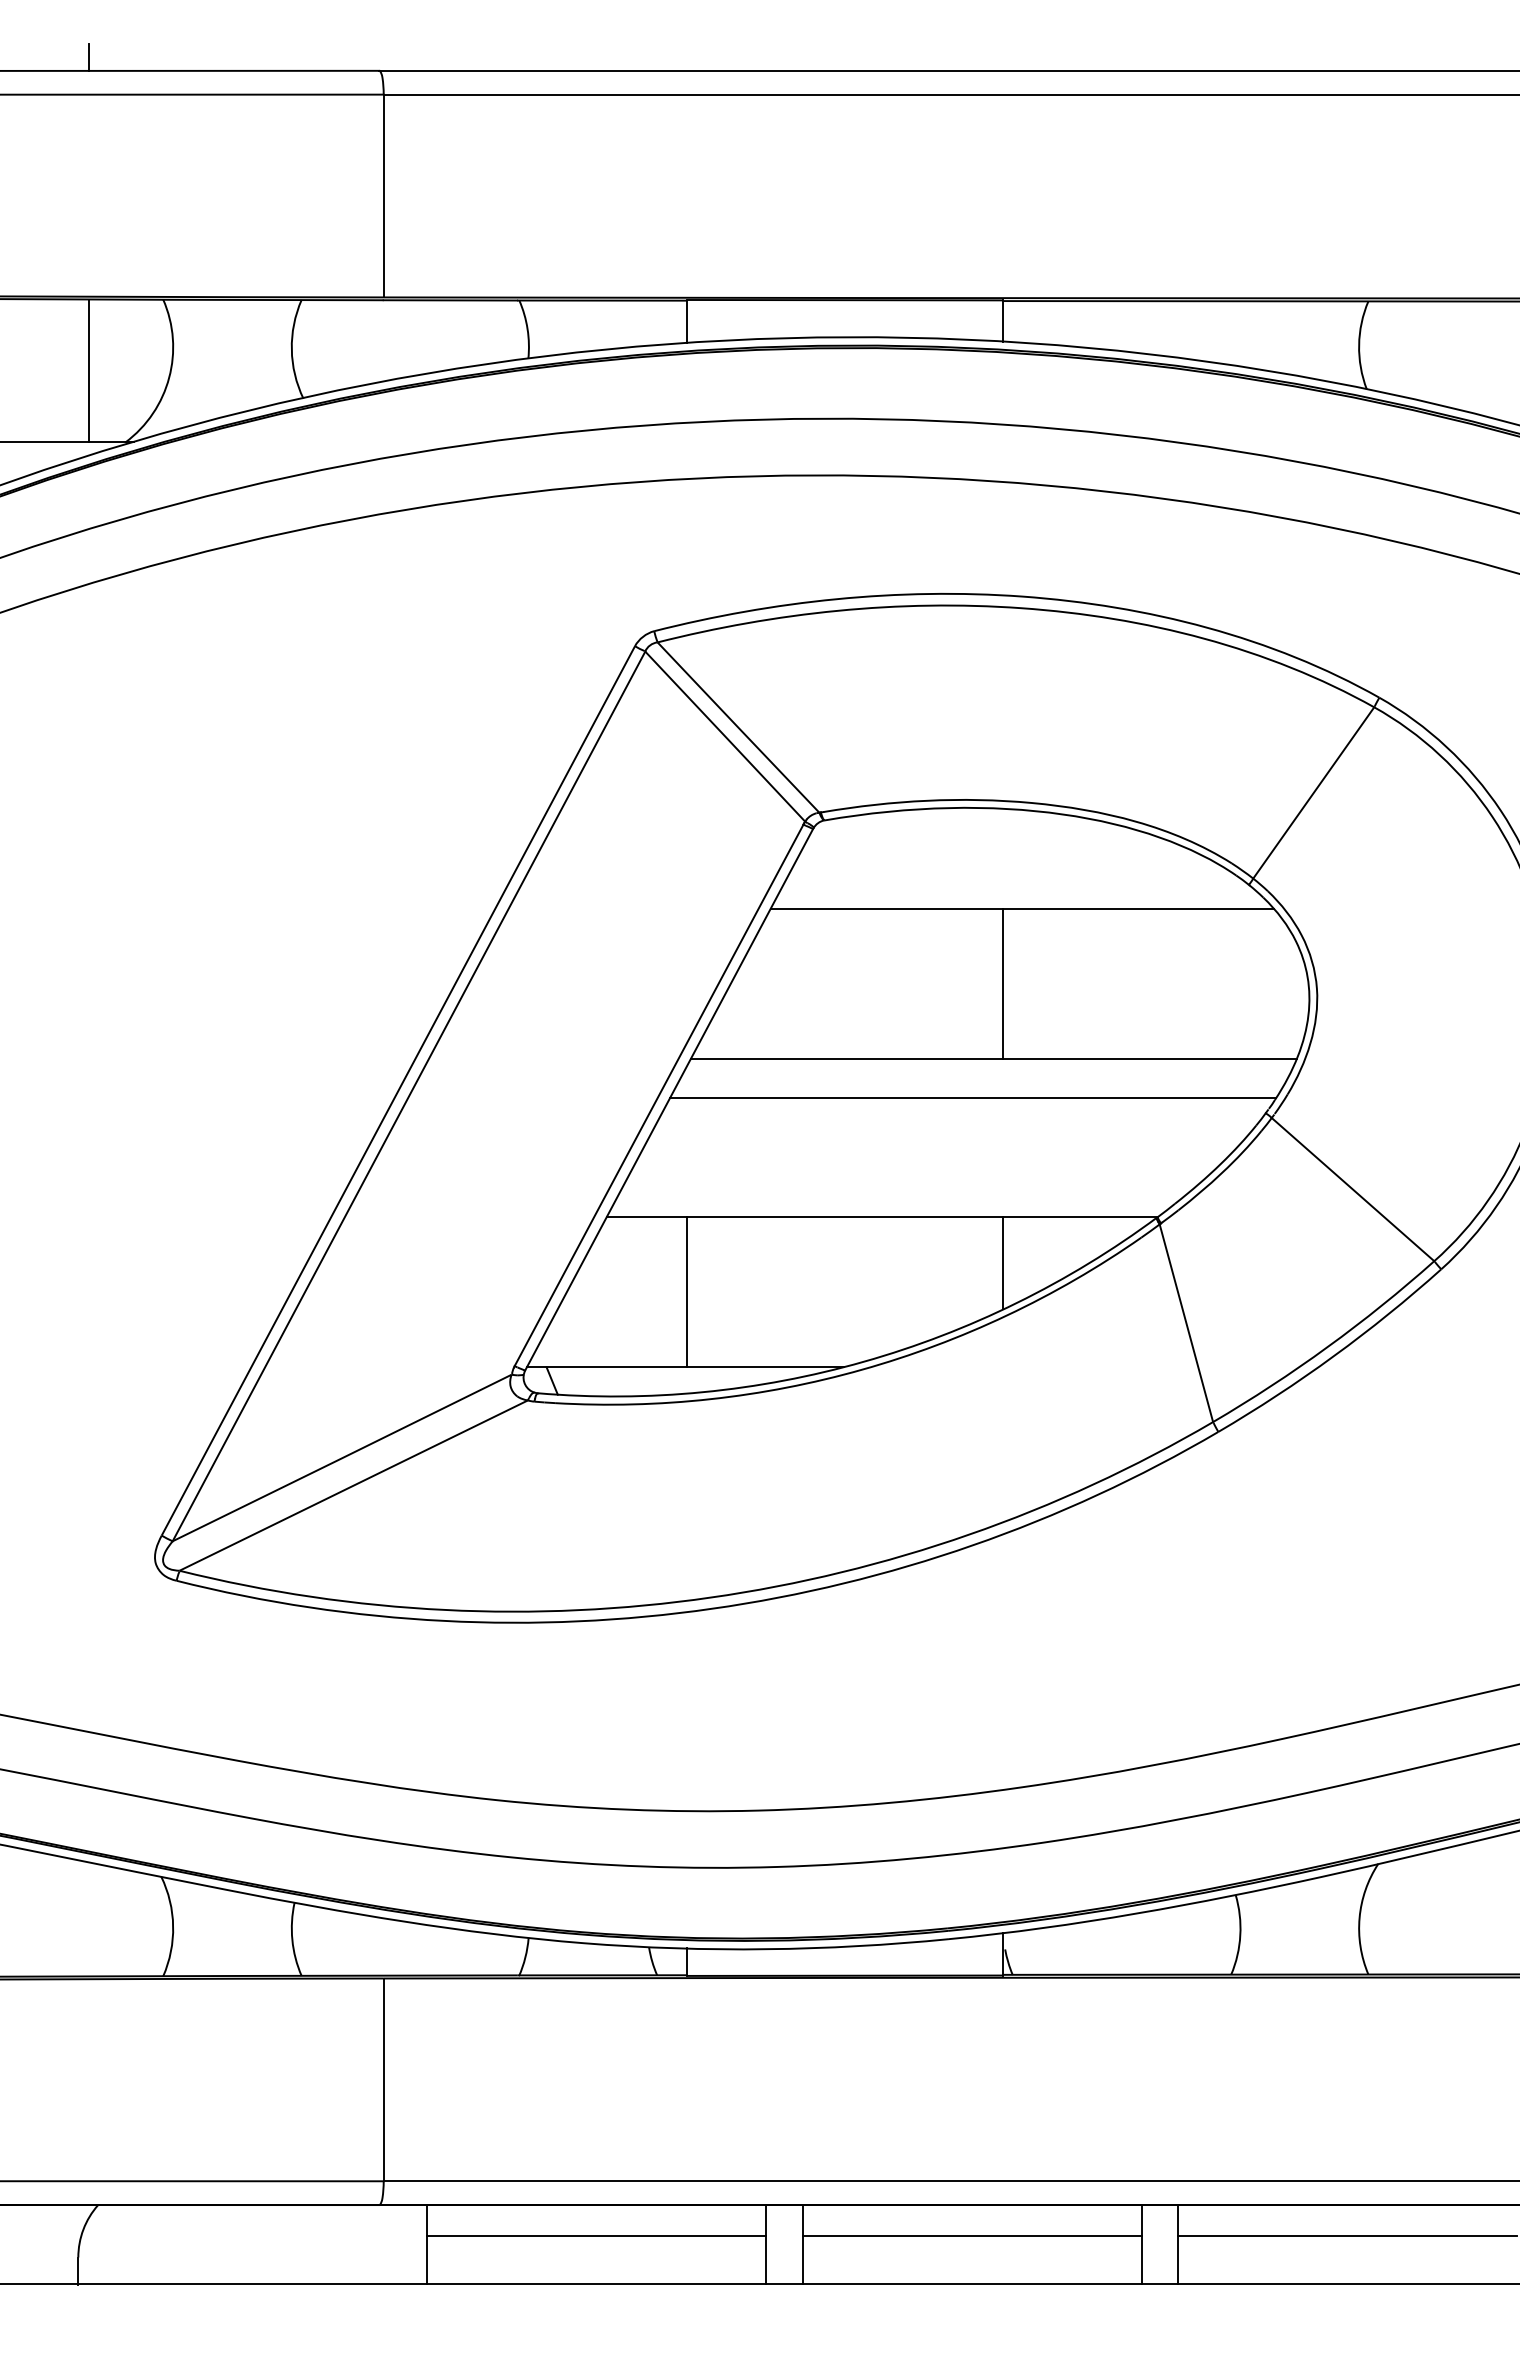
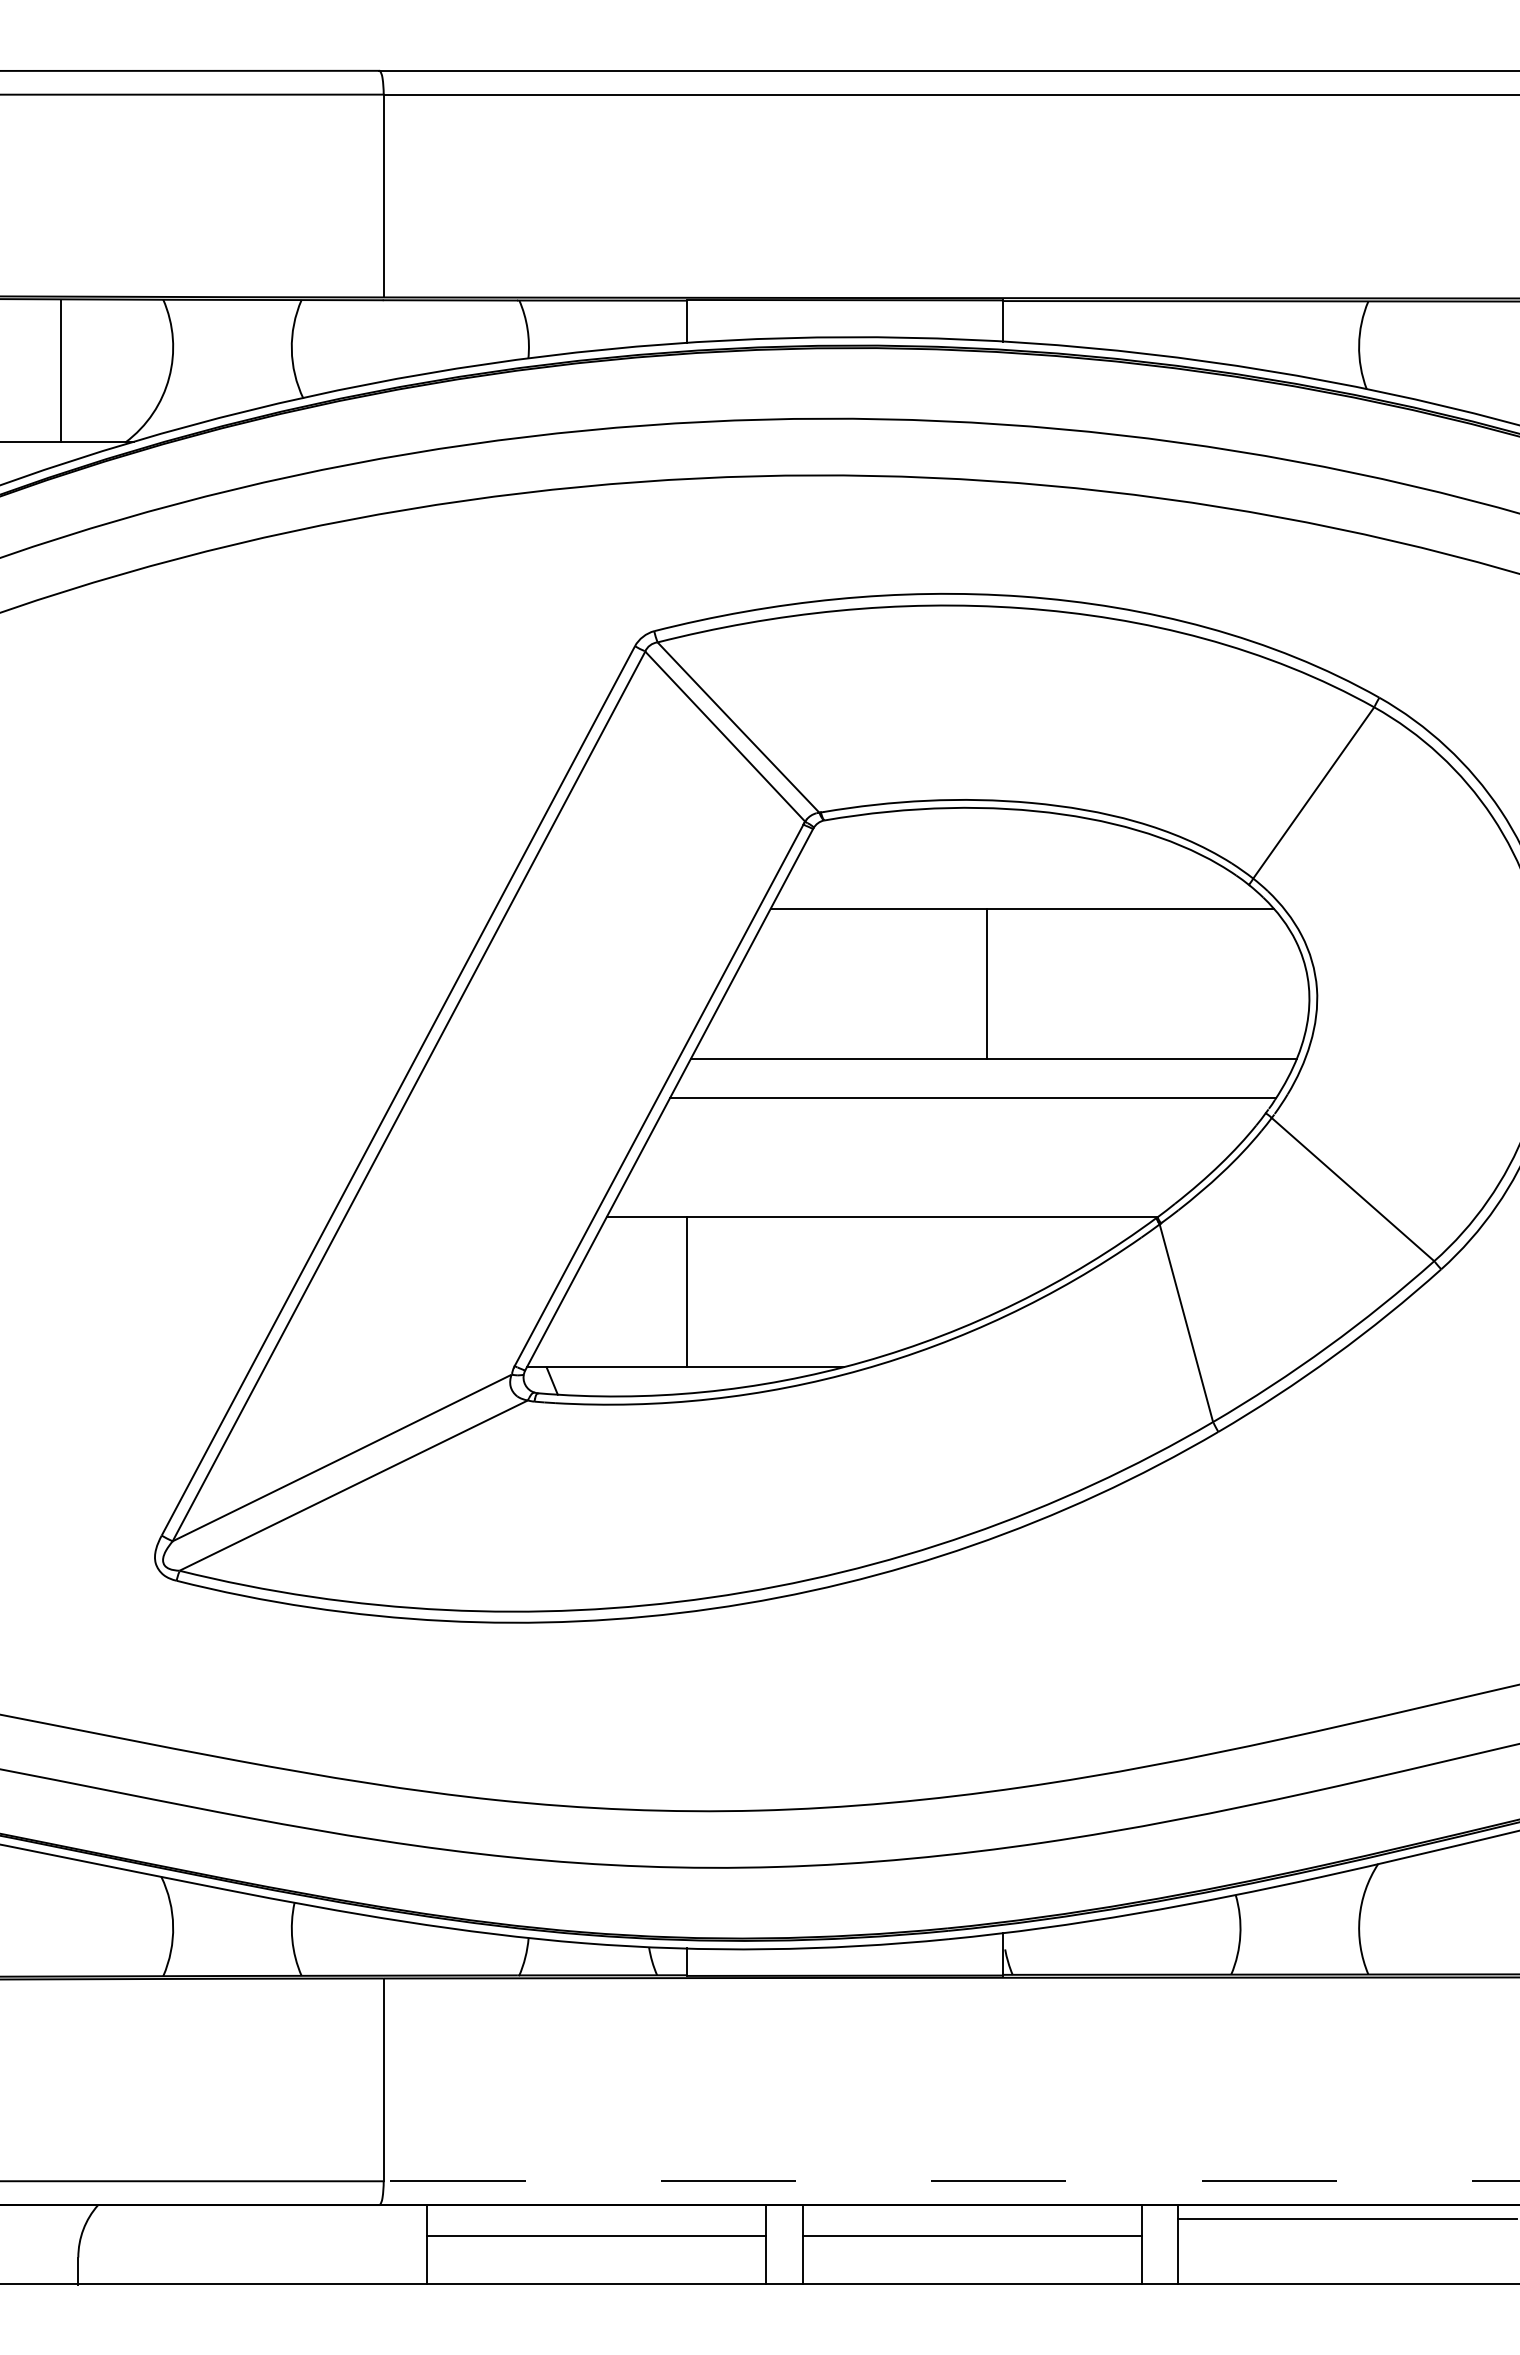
line at (89, 56): present -> none
line at (89, 370) position: (89, 370) -> (61, 370)
line at (1003, 983) position: (1003, 983) -> (987, 983)
line at (1003, 1262): present -> none
line at (951, 2181): solid -> dashed
line at (1347, 2236) position: (1347, 2236) -> (1347, 2219)
